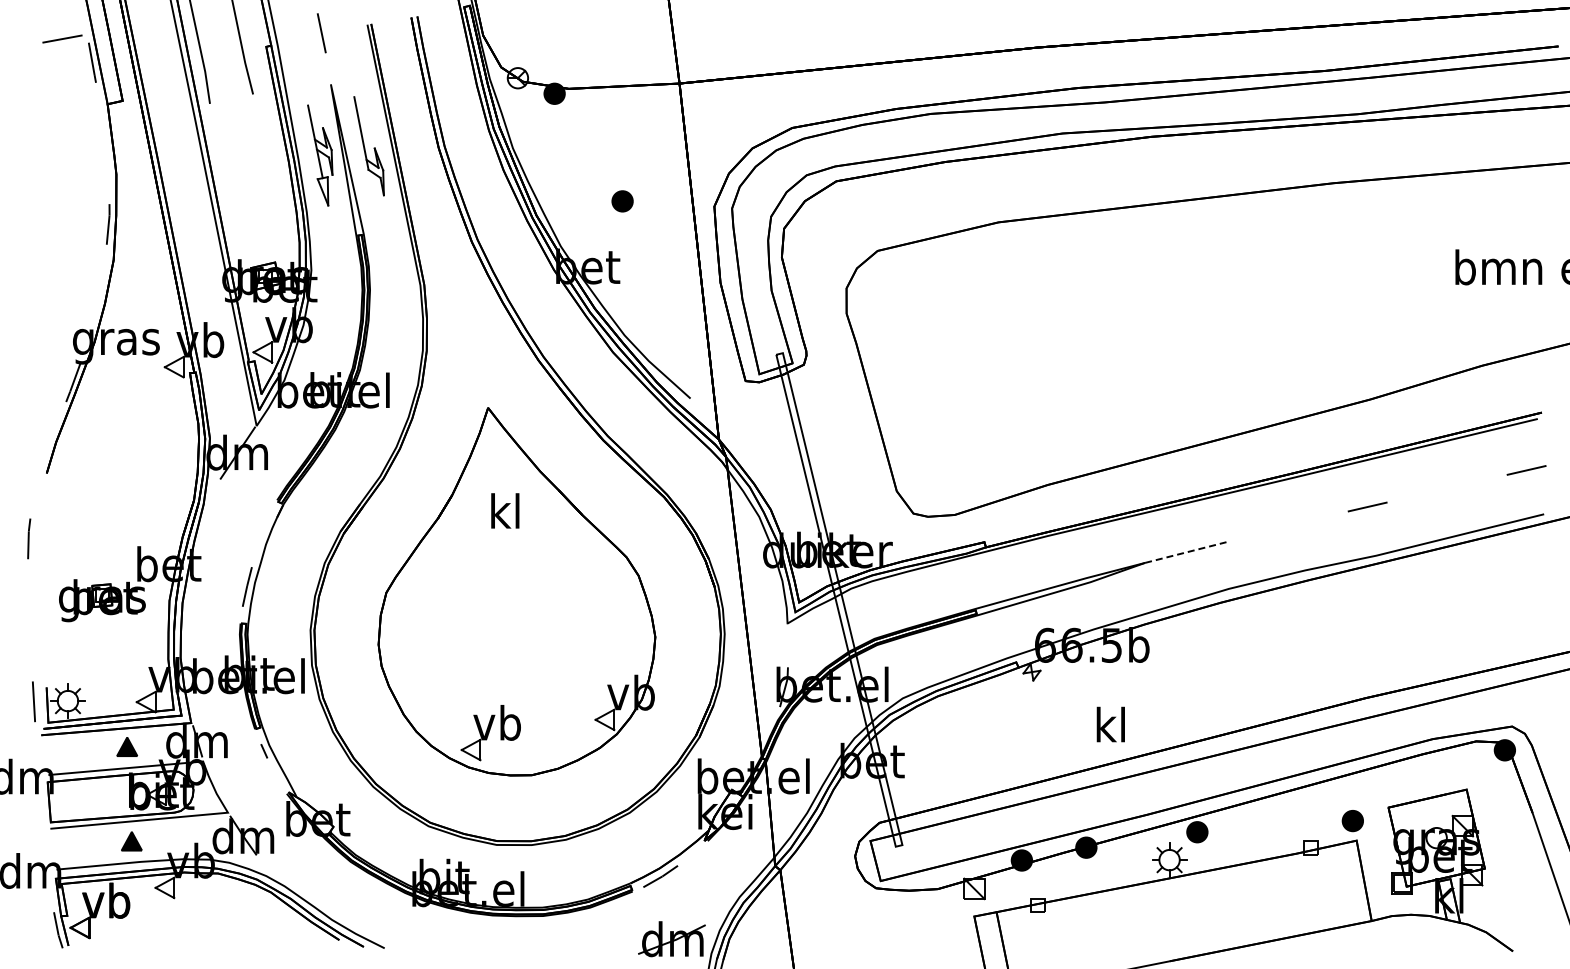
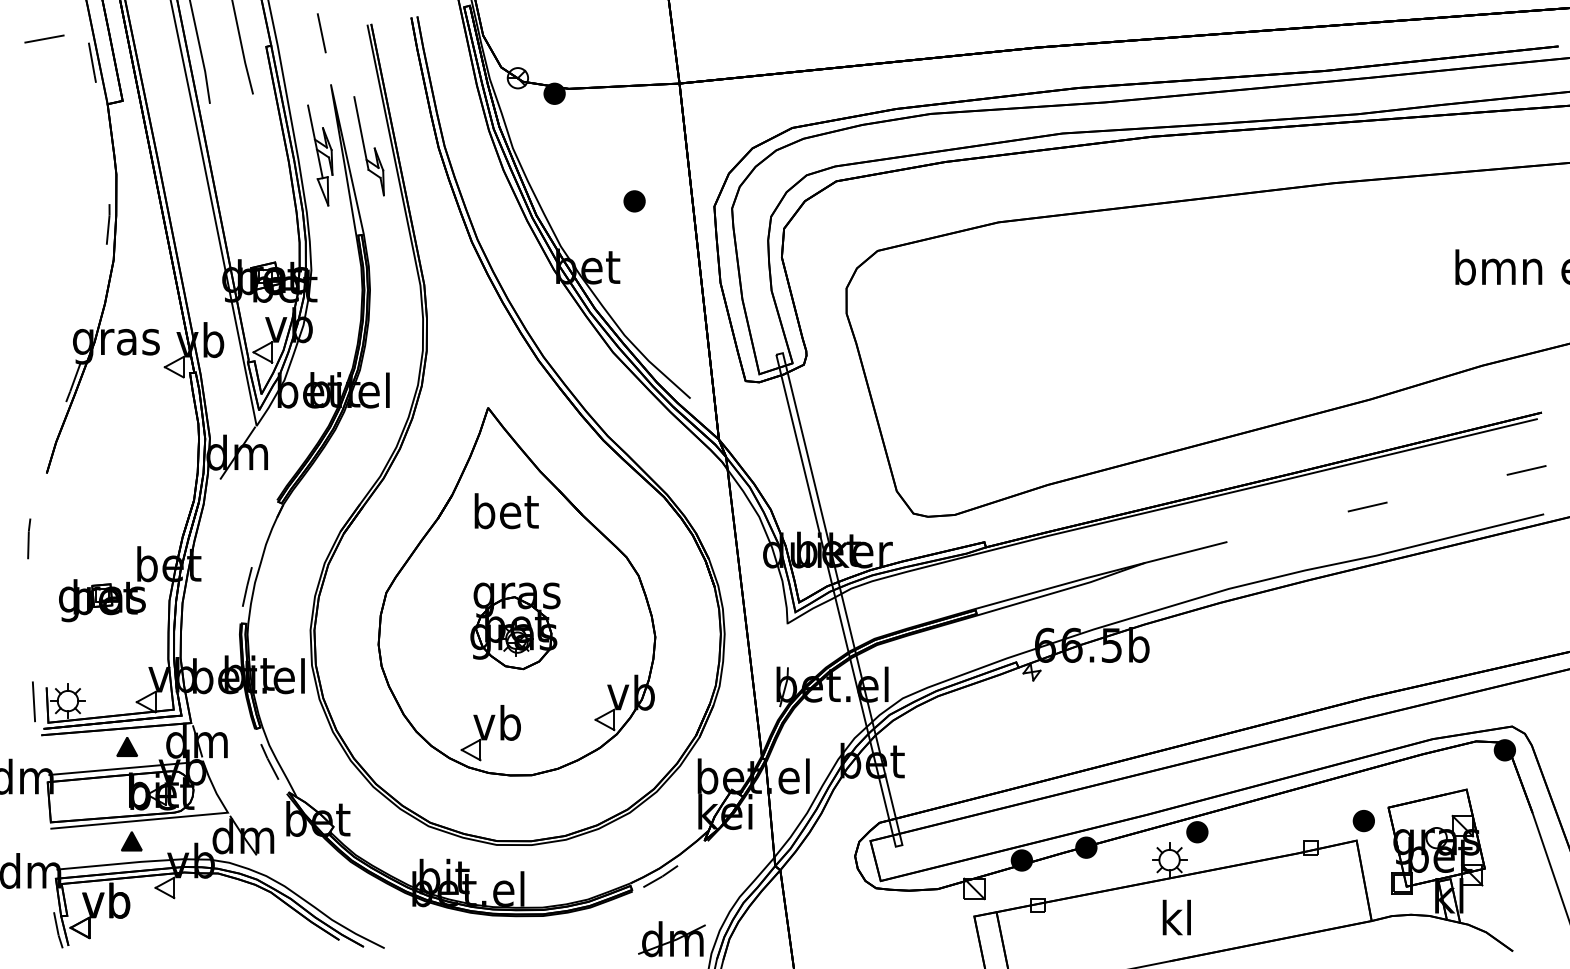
line at (62, 38) position: (62, 38) -> (44, 38)
part at (622, 201) position: (622, 201) -> (634, 201)
text at (506, 511): kl -> bet
line at (1185, 552): dashed -> solid
part at (515, 626): none -> present
text at (1110, 724) position: (1110, 724) -> (1176, 917)
line at (272, 768): none -> present
part at (1352, 821) position: (1352, 821) -> (1363, 821)
